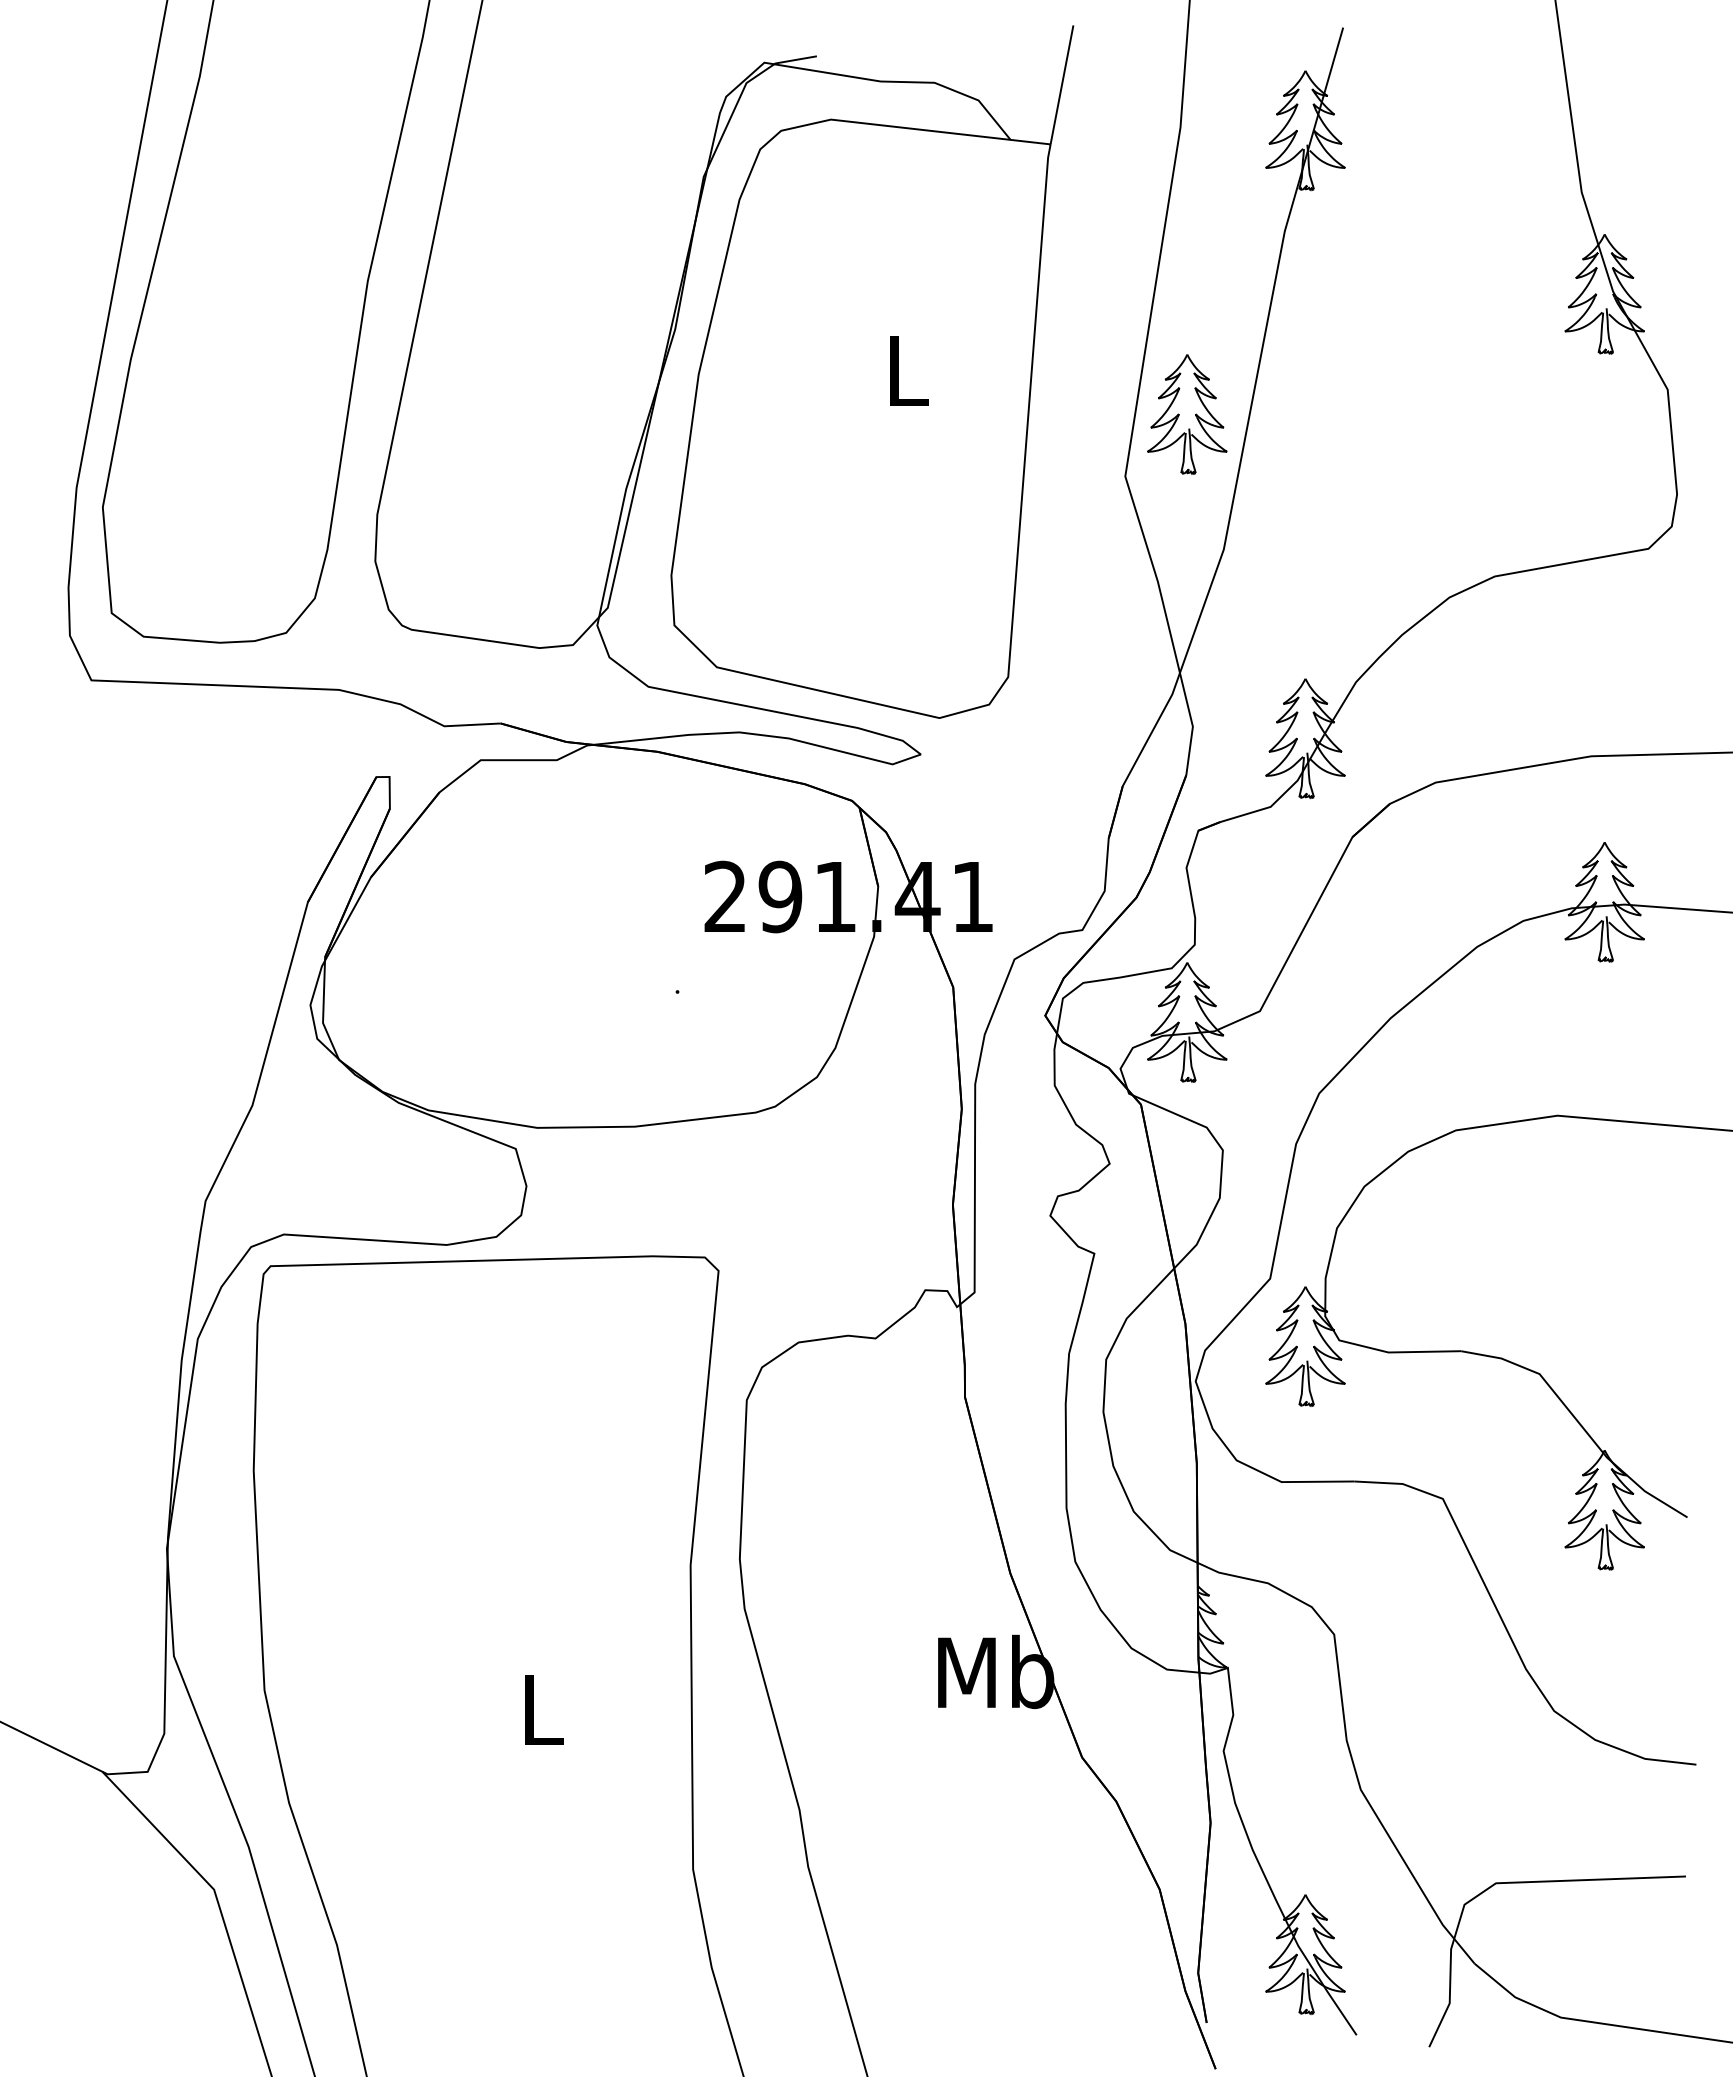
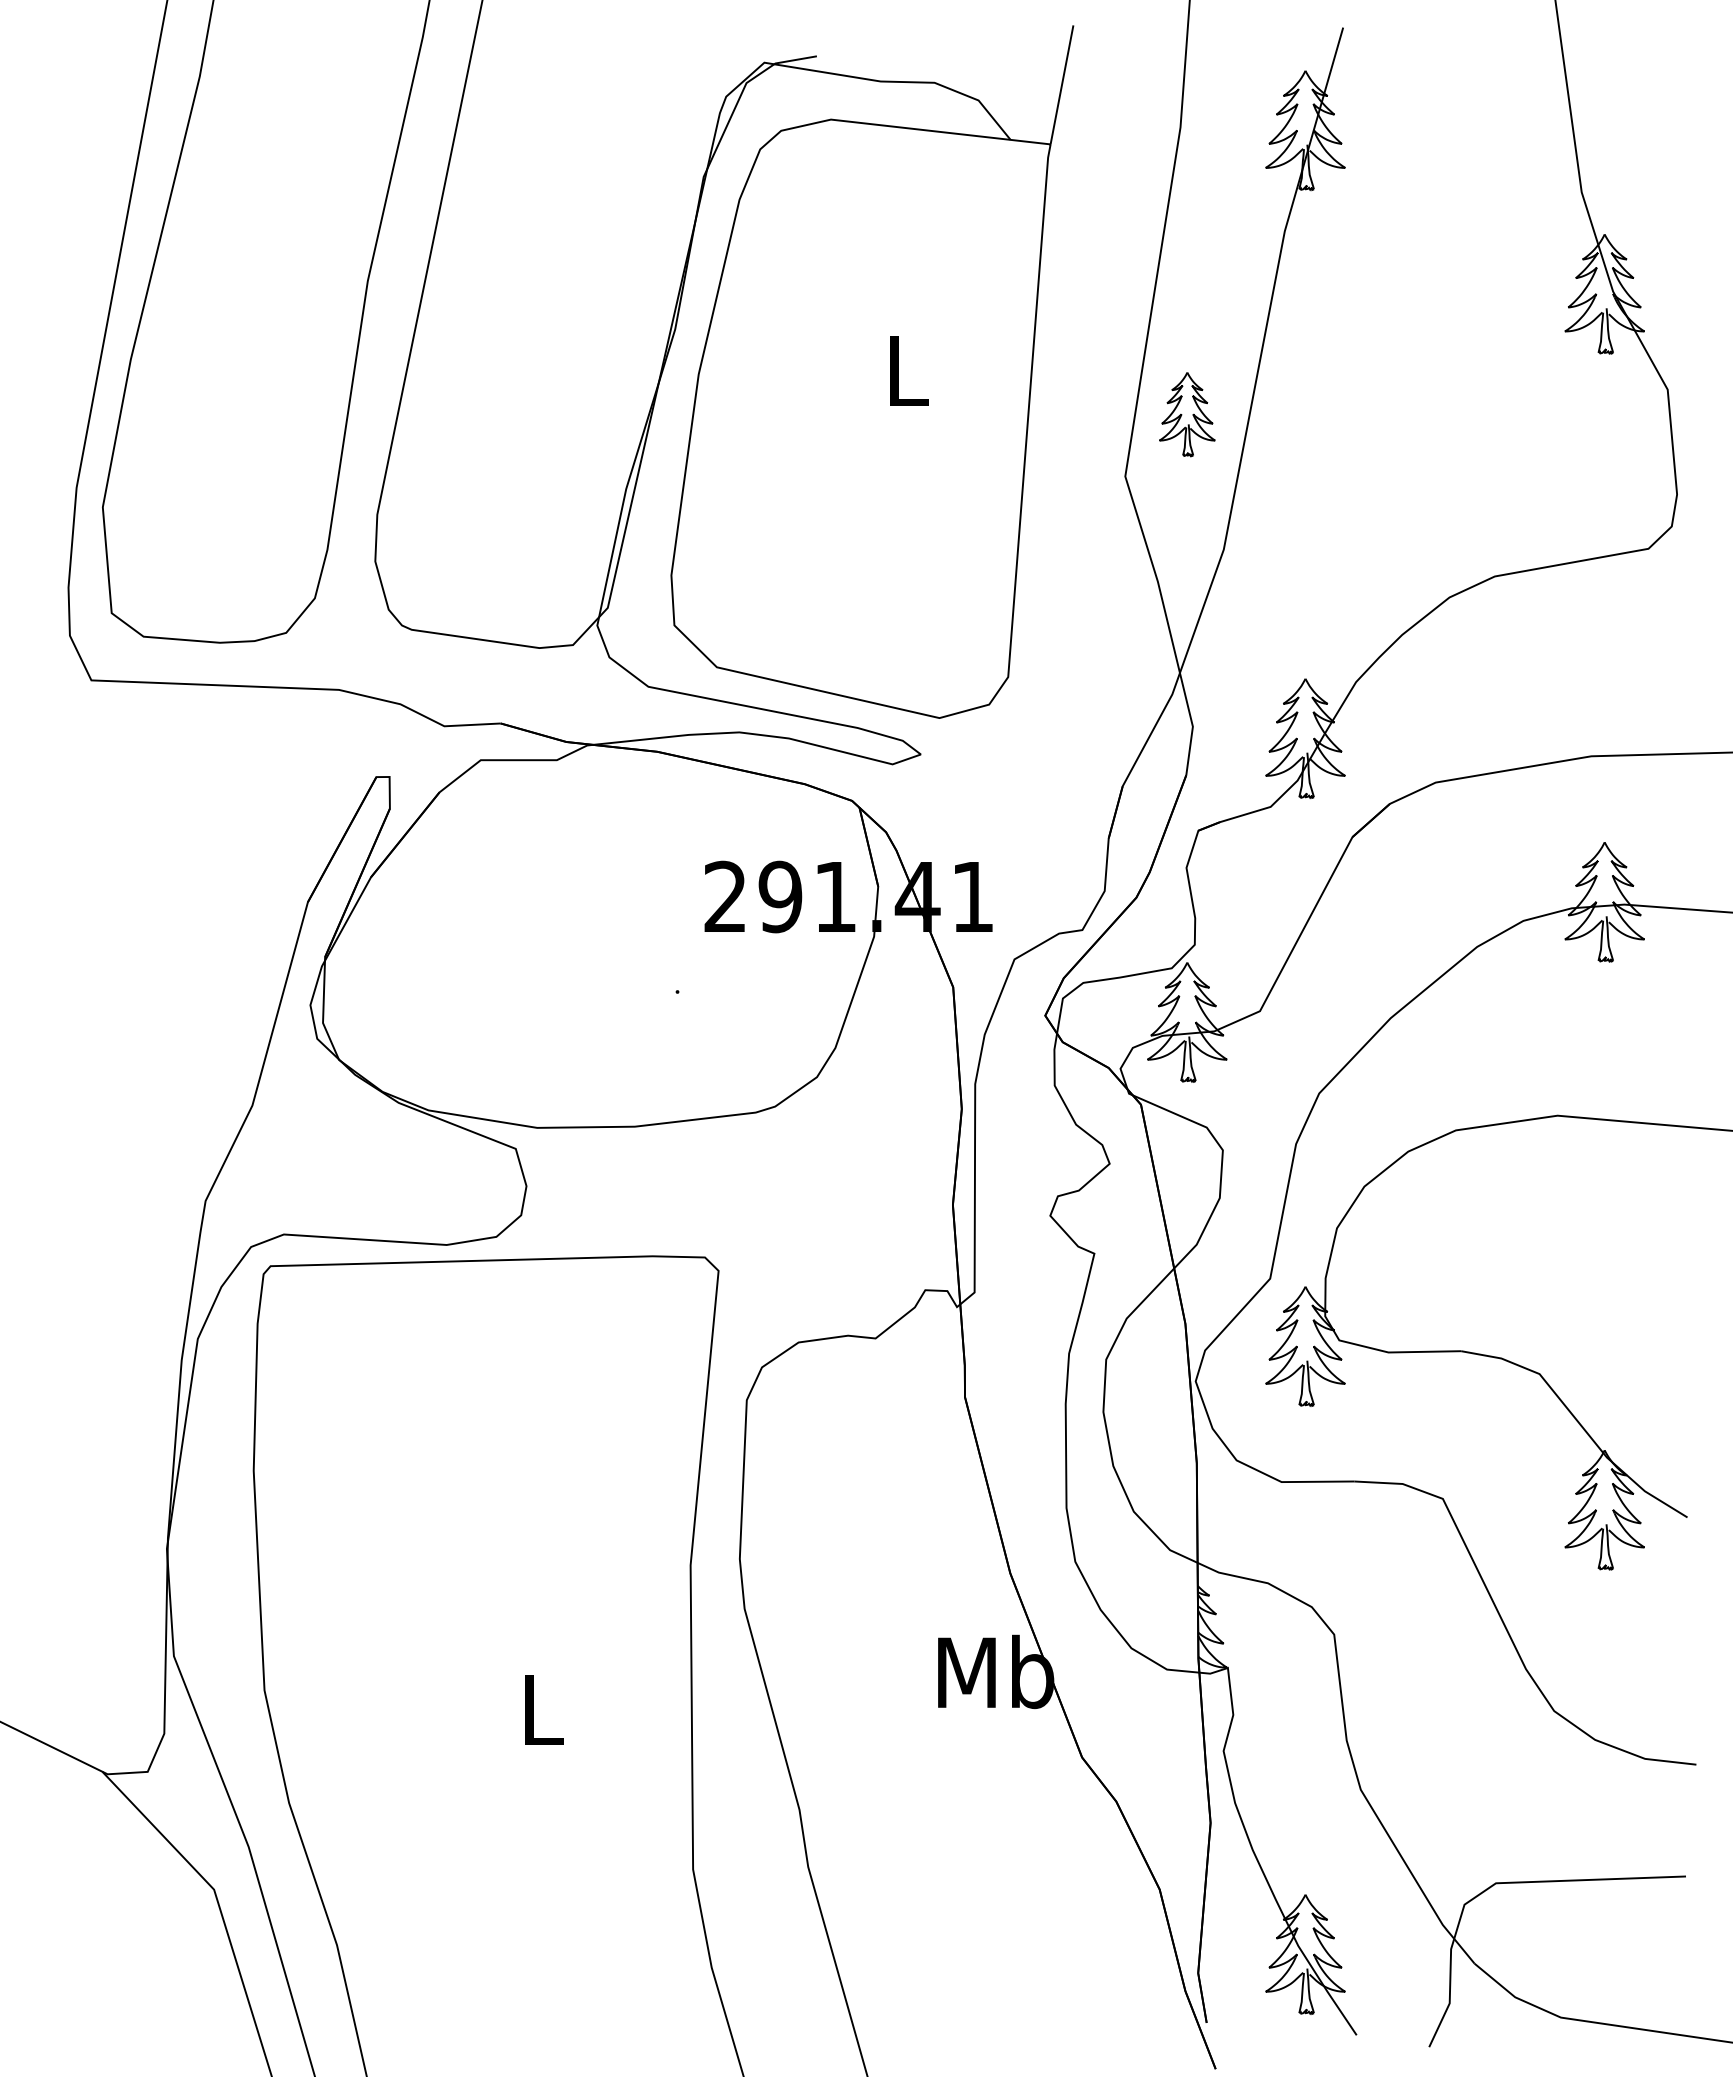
part at (1187, 414) size: 81x121 px -> 57x86 px
